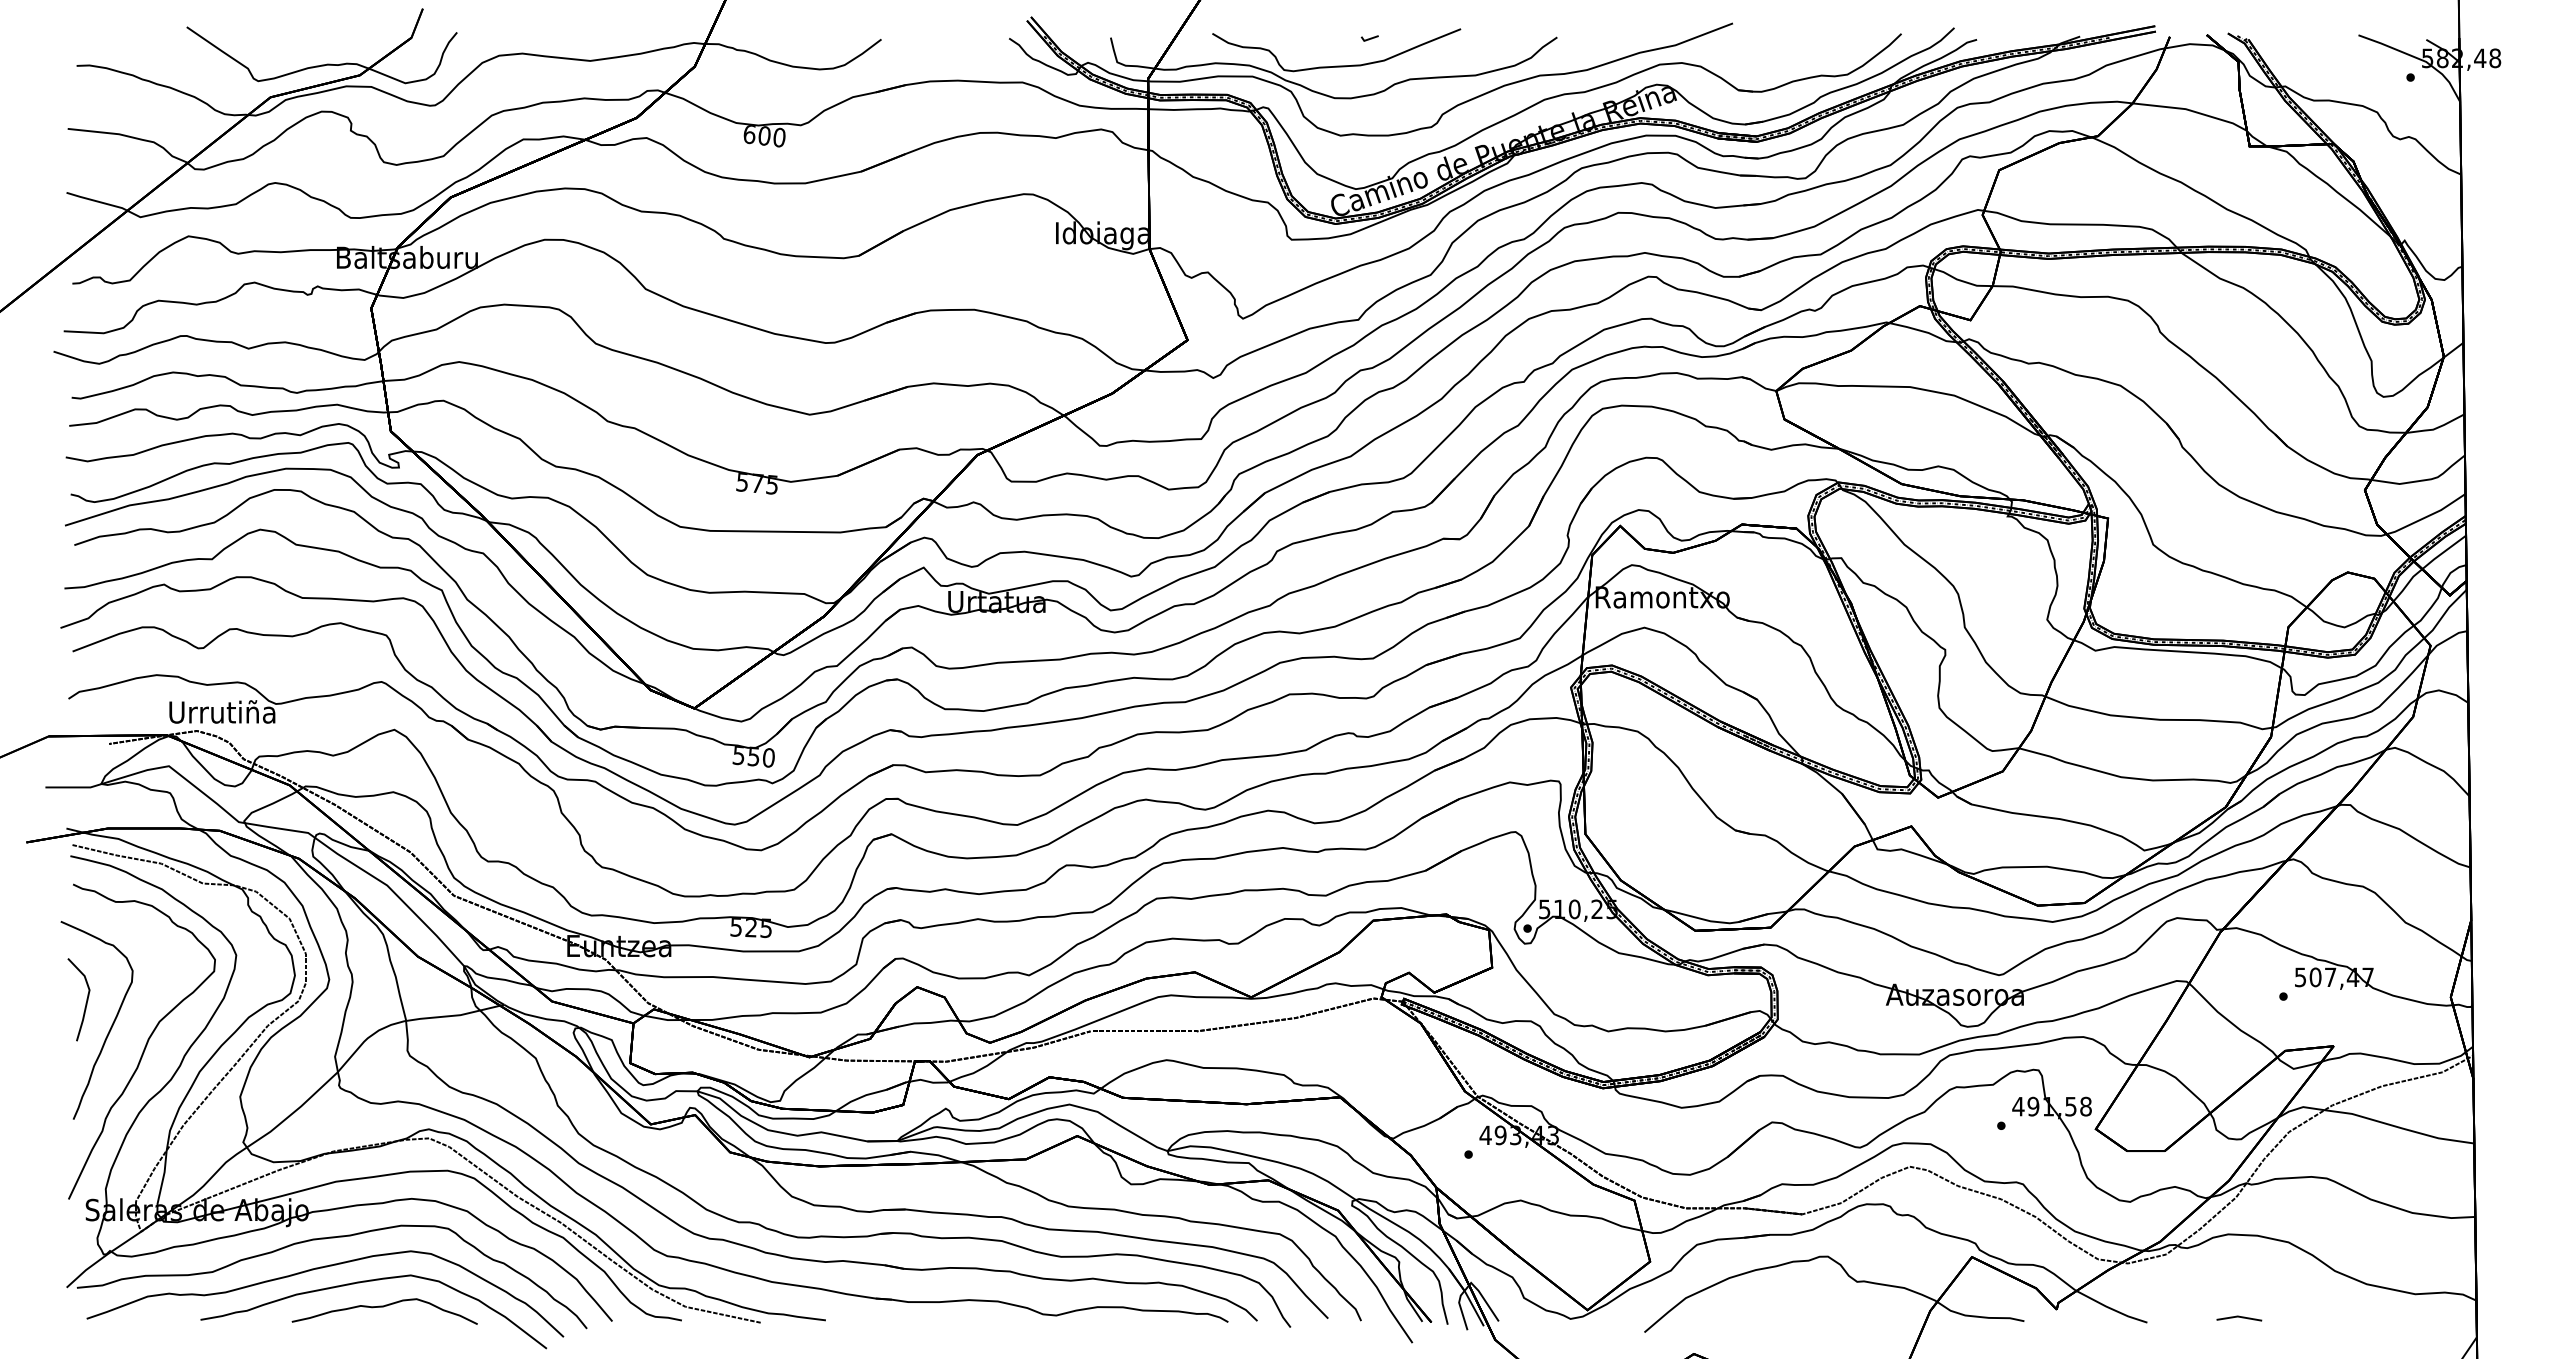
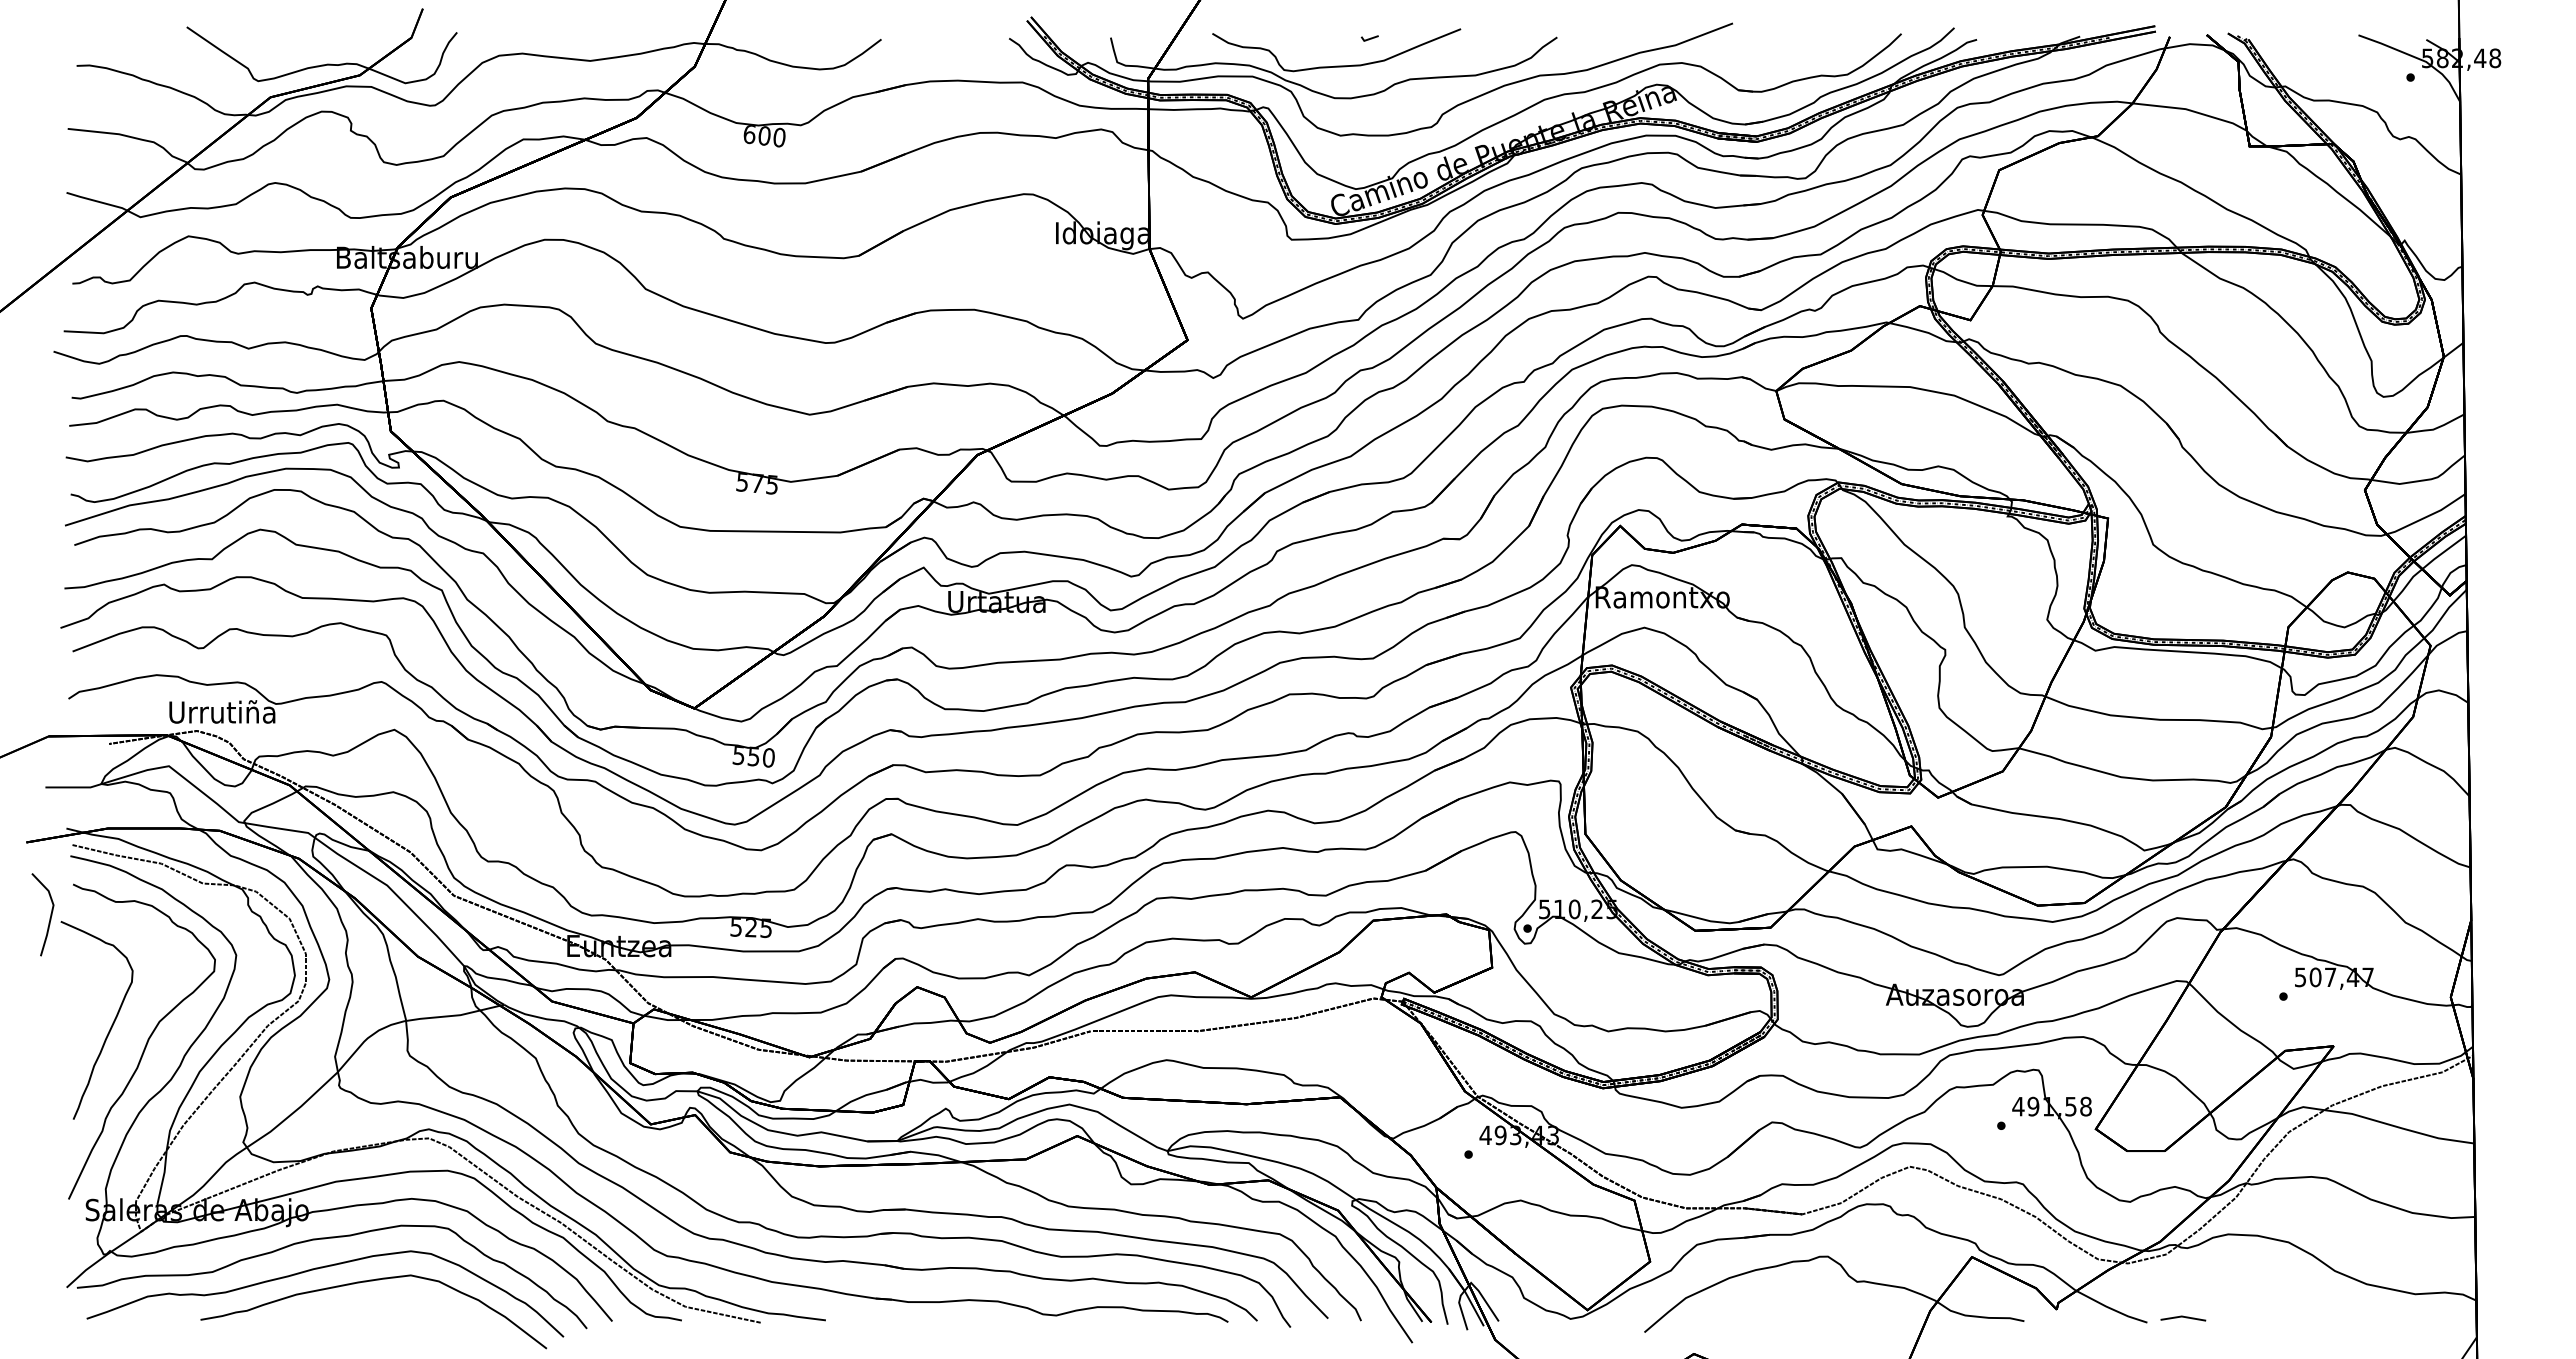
line at (86, 999) position: (86, 999) -> (50, 914)
curve at (383, 1307): present -> none
line at (2239, 1317) position: (2239, 1317) -> (2183, 1317)
